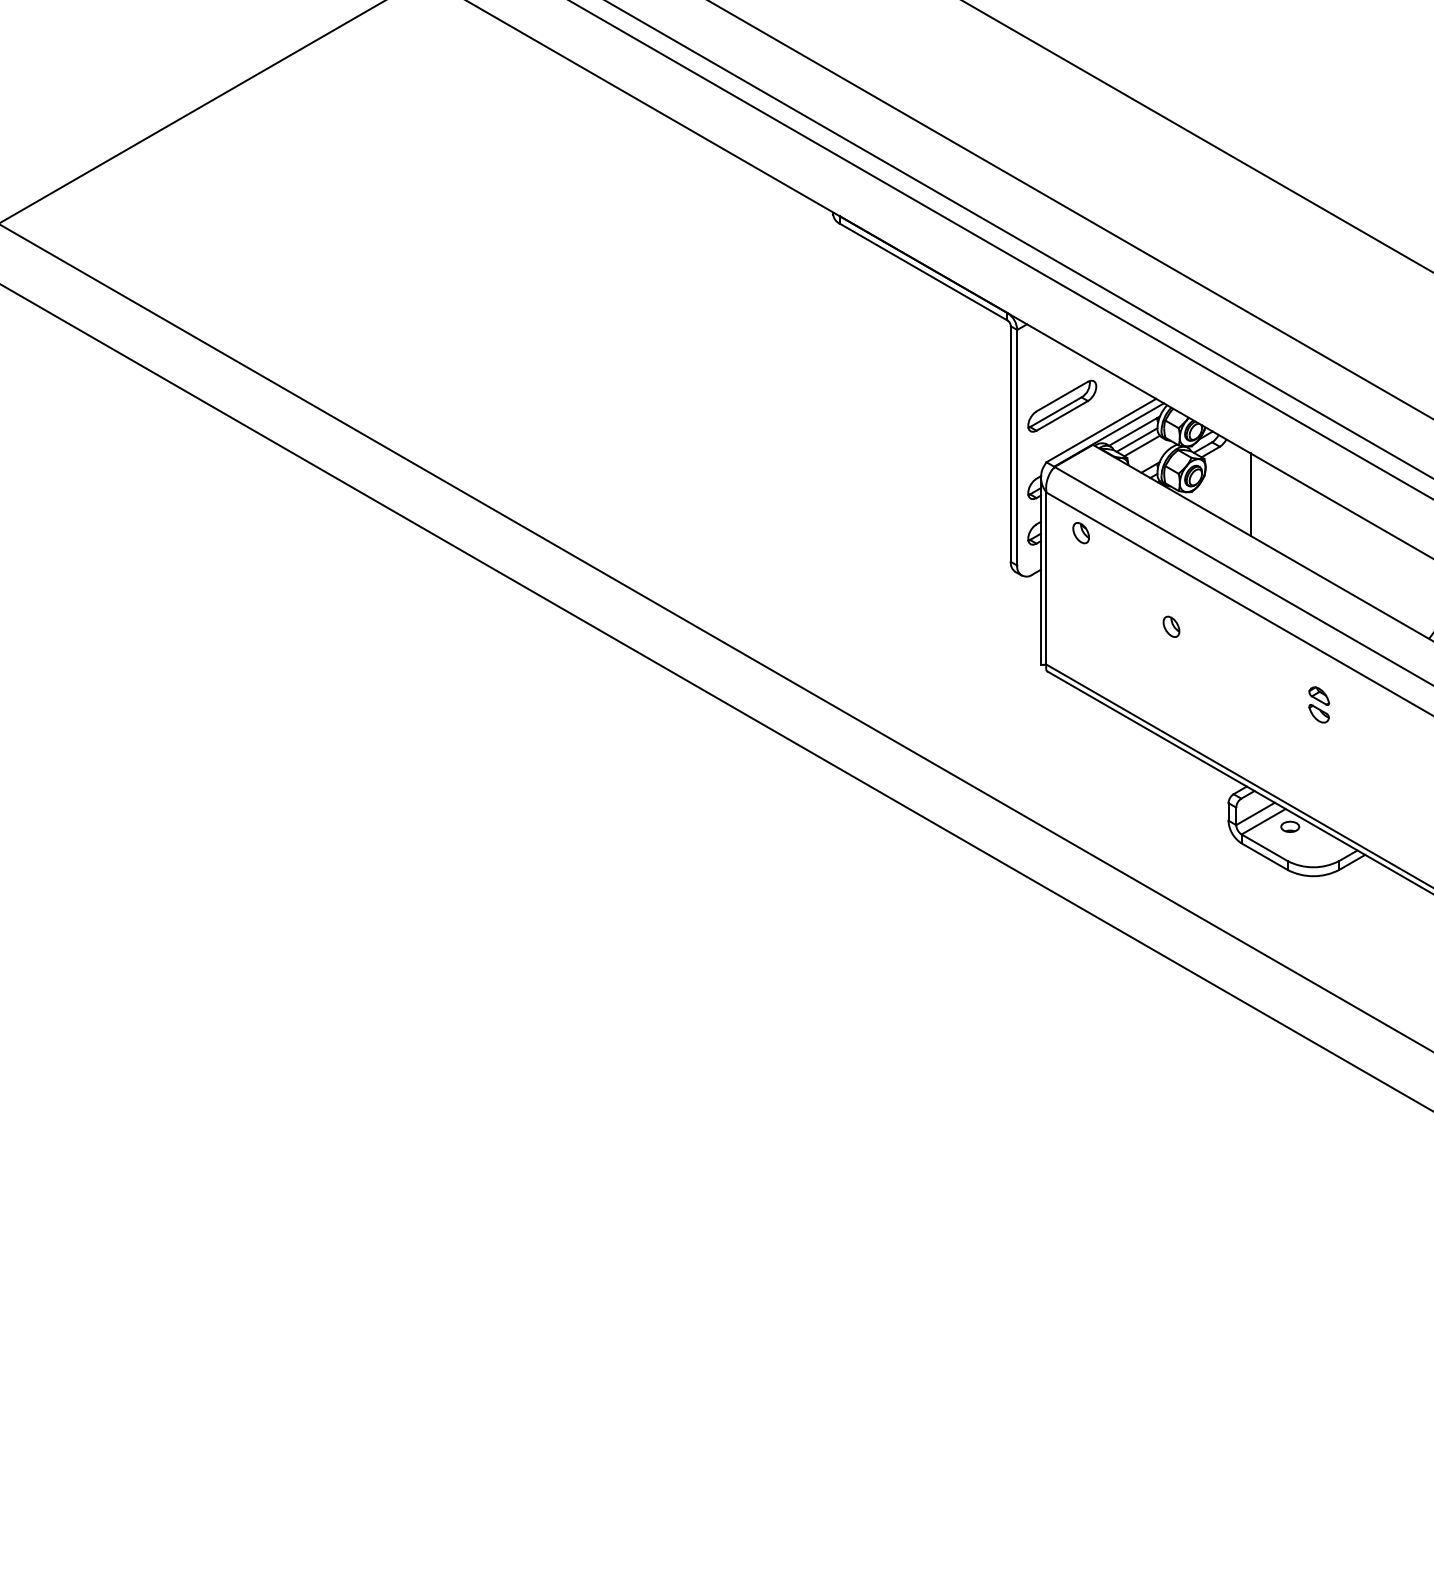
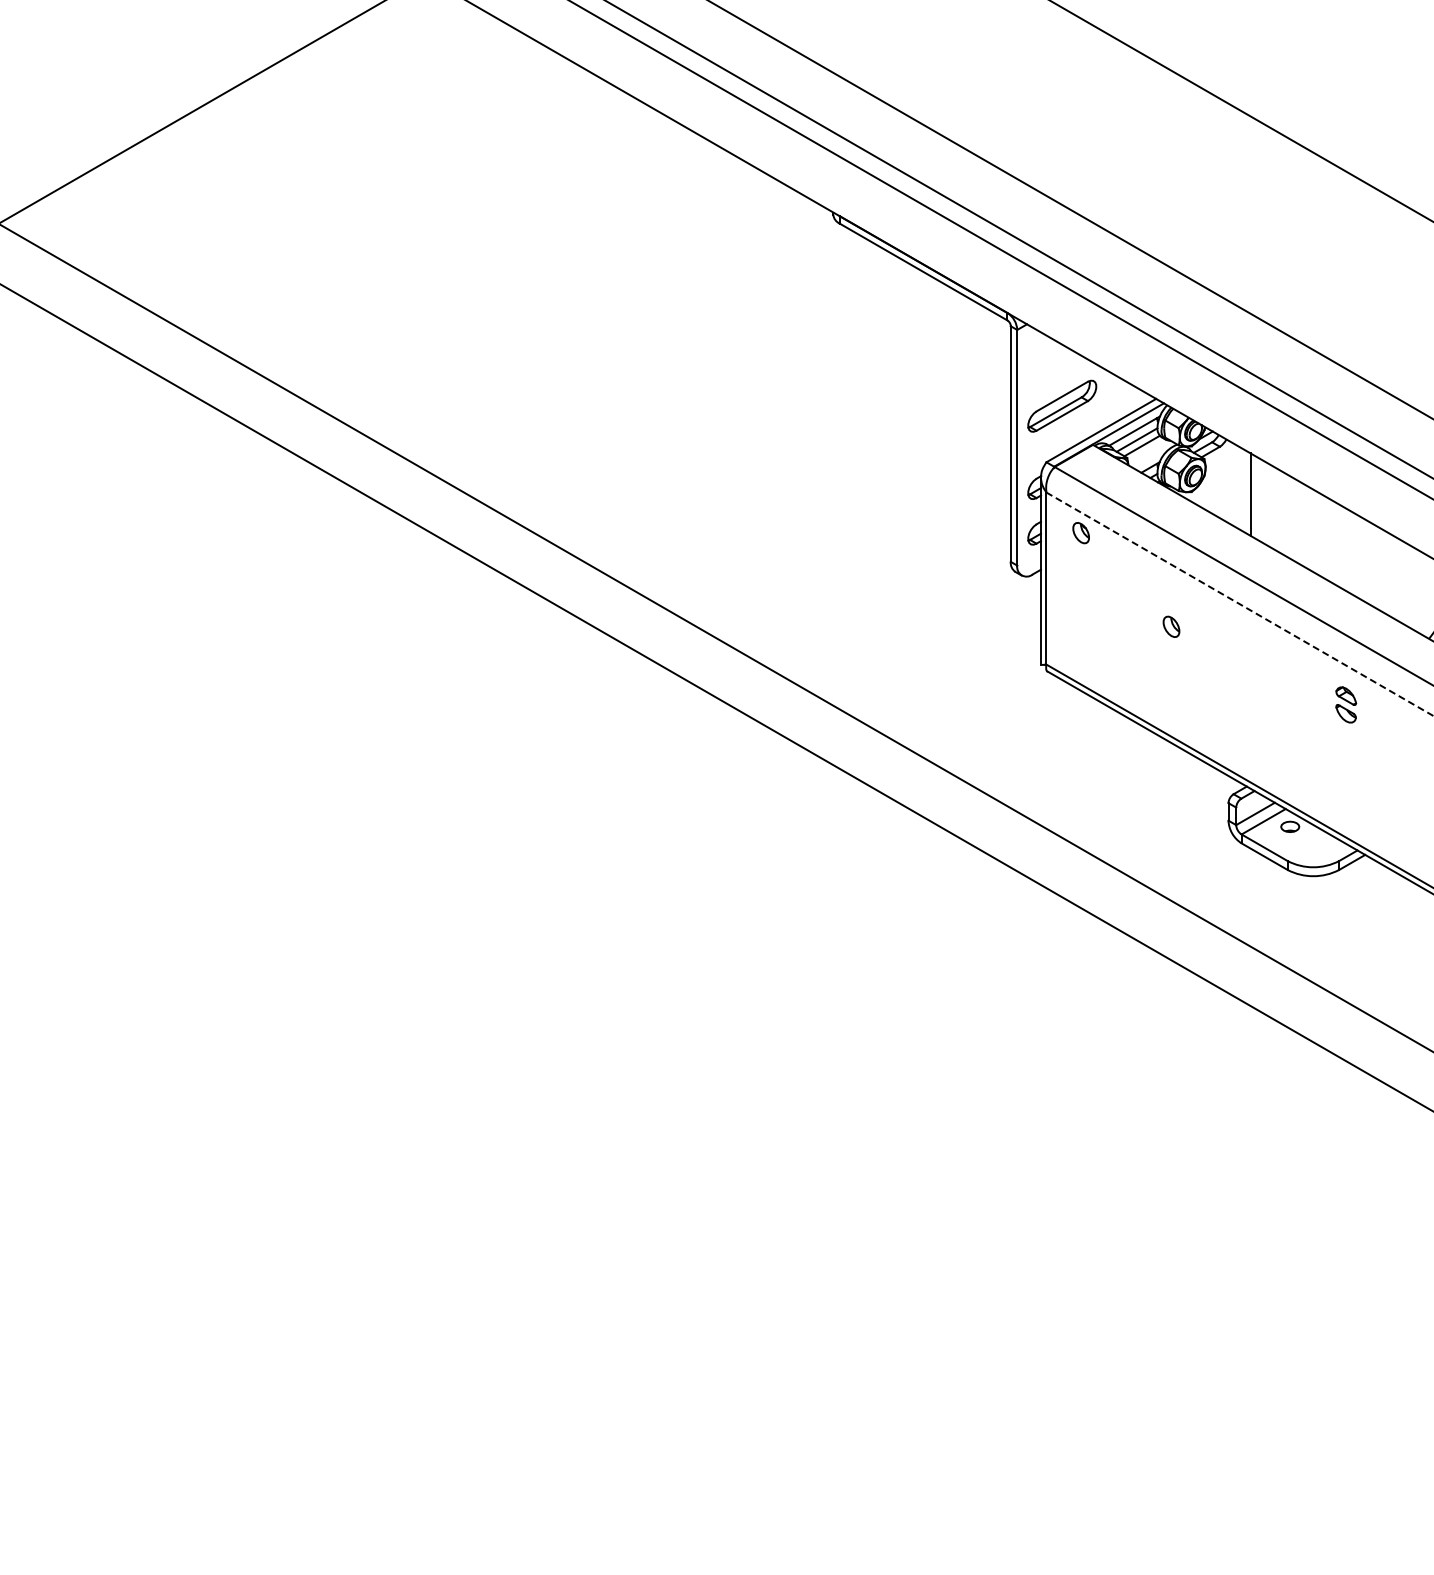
line at (1197, 136) position: (1197, 136) -> (1241, 111)
line at (1239, 604): solid -> dashed
part at (1319, 704) position: (1319, 704) -> (1346, 704)
